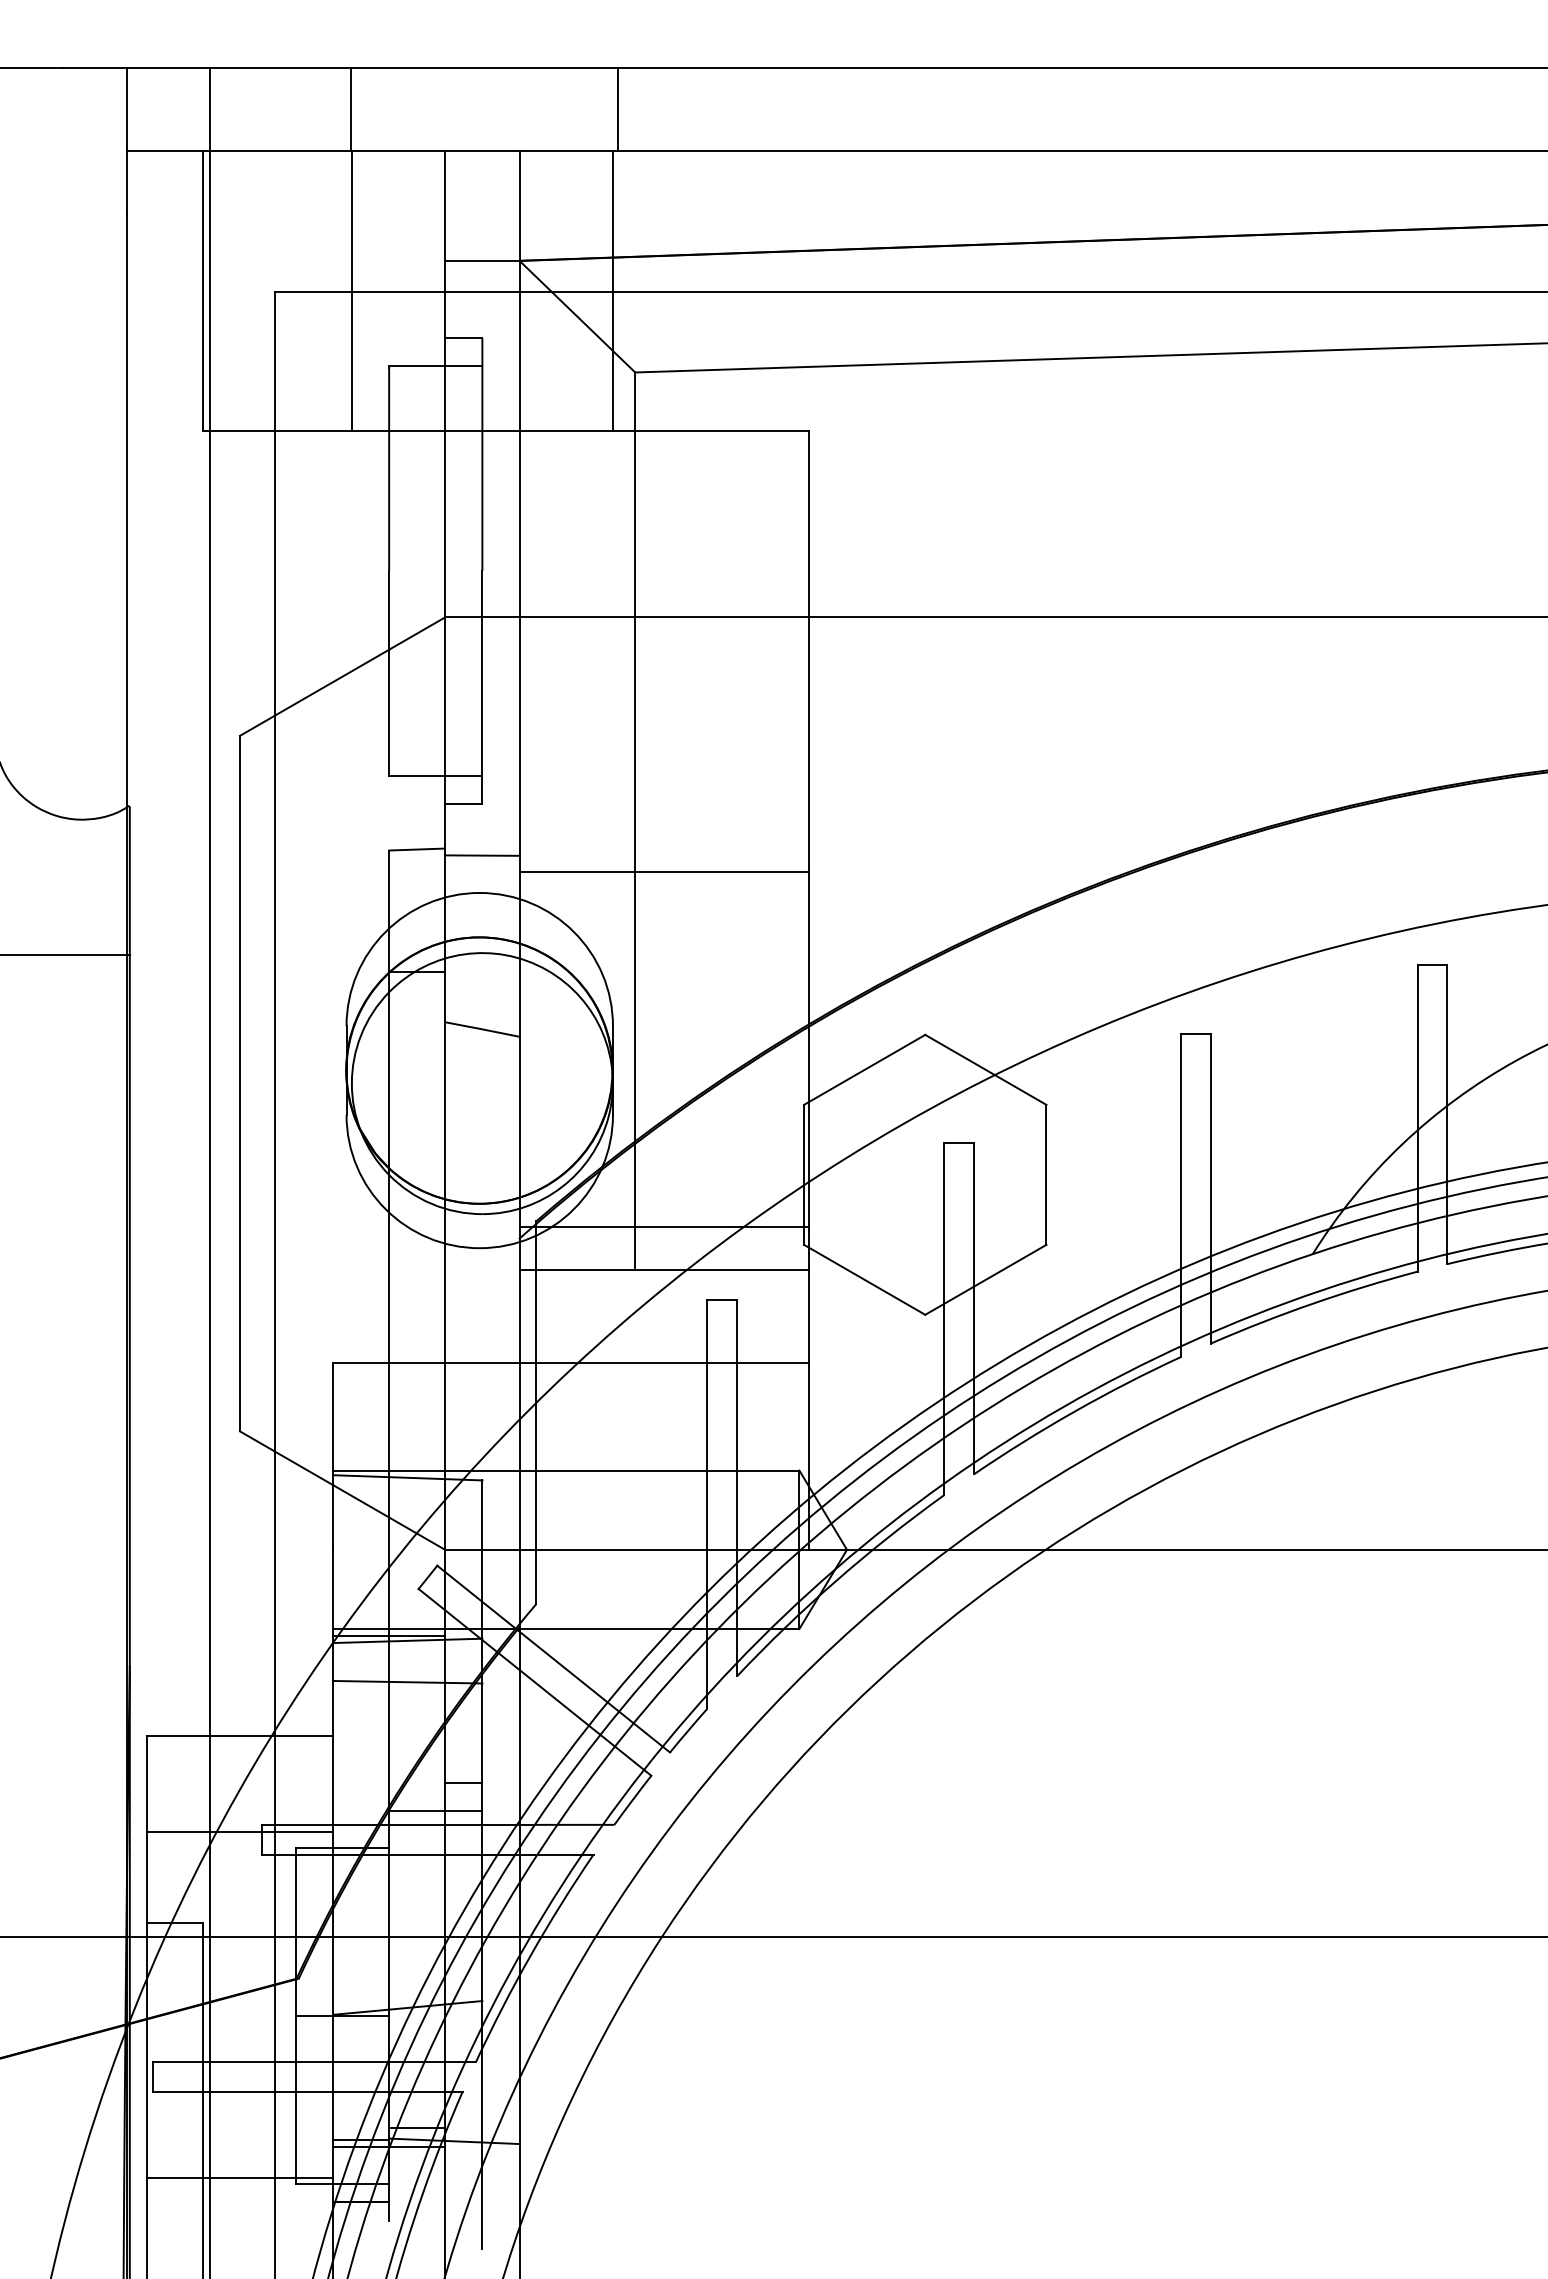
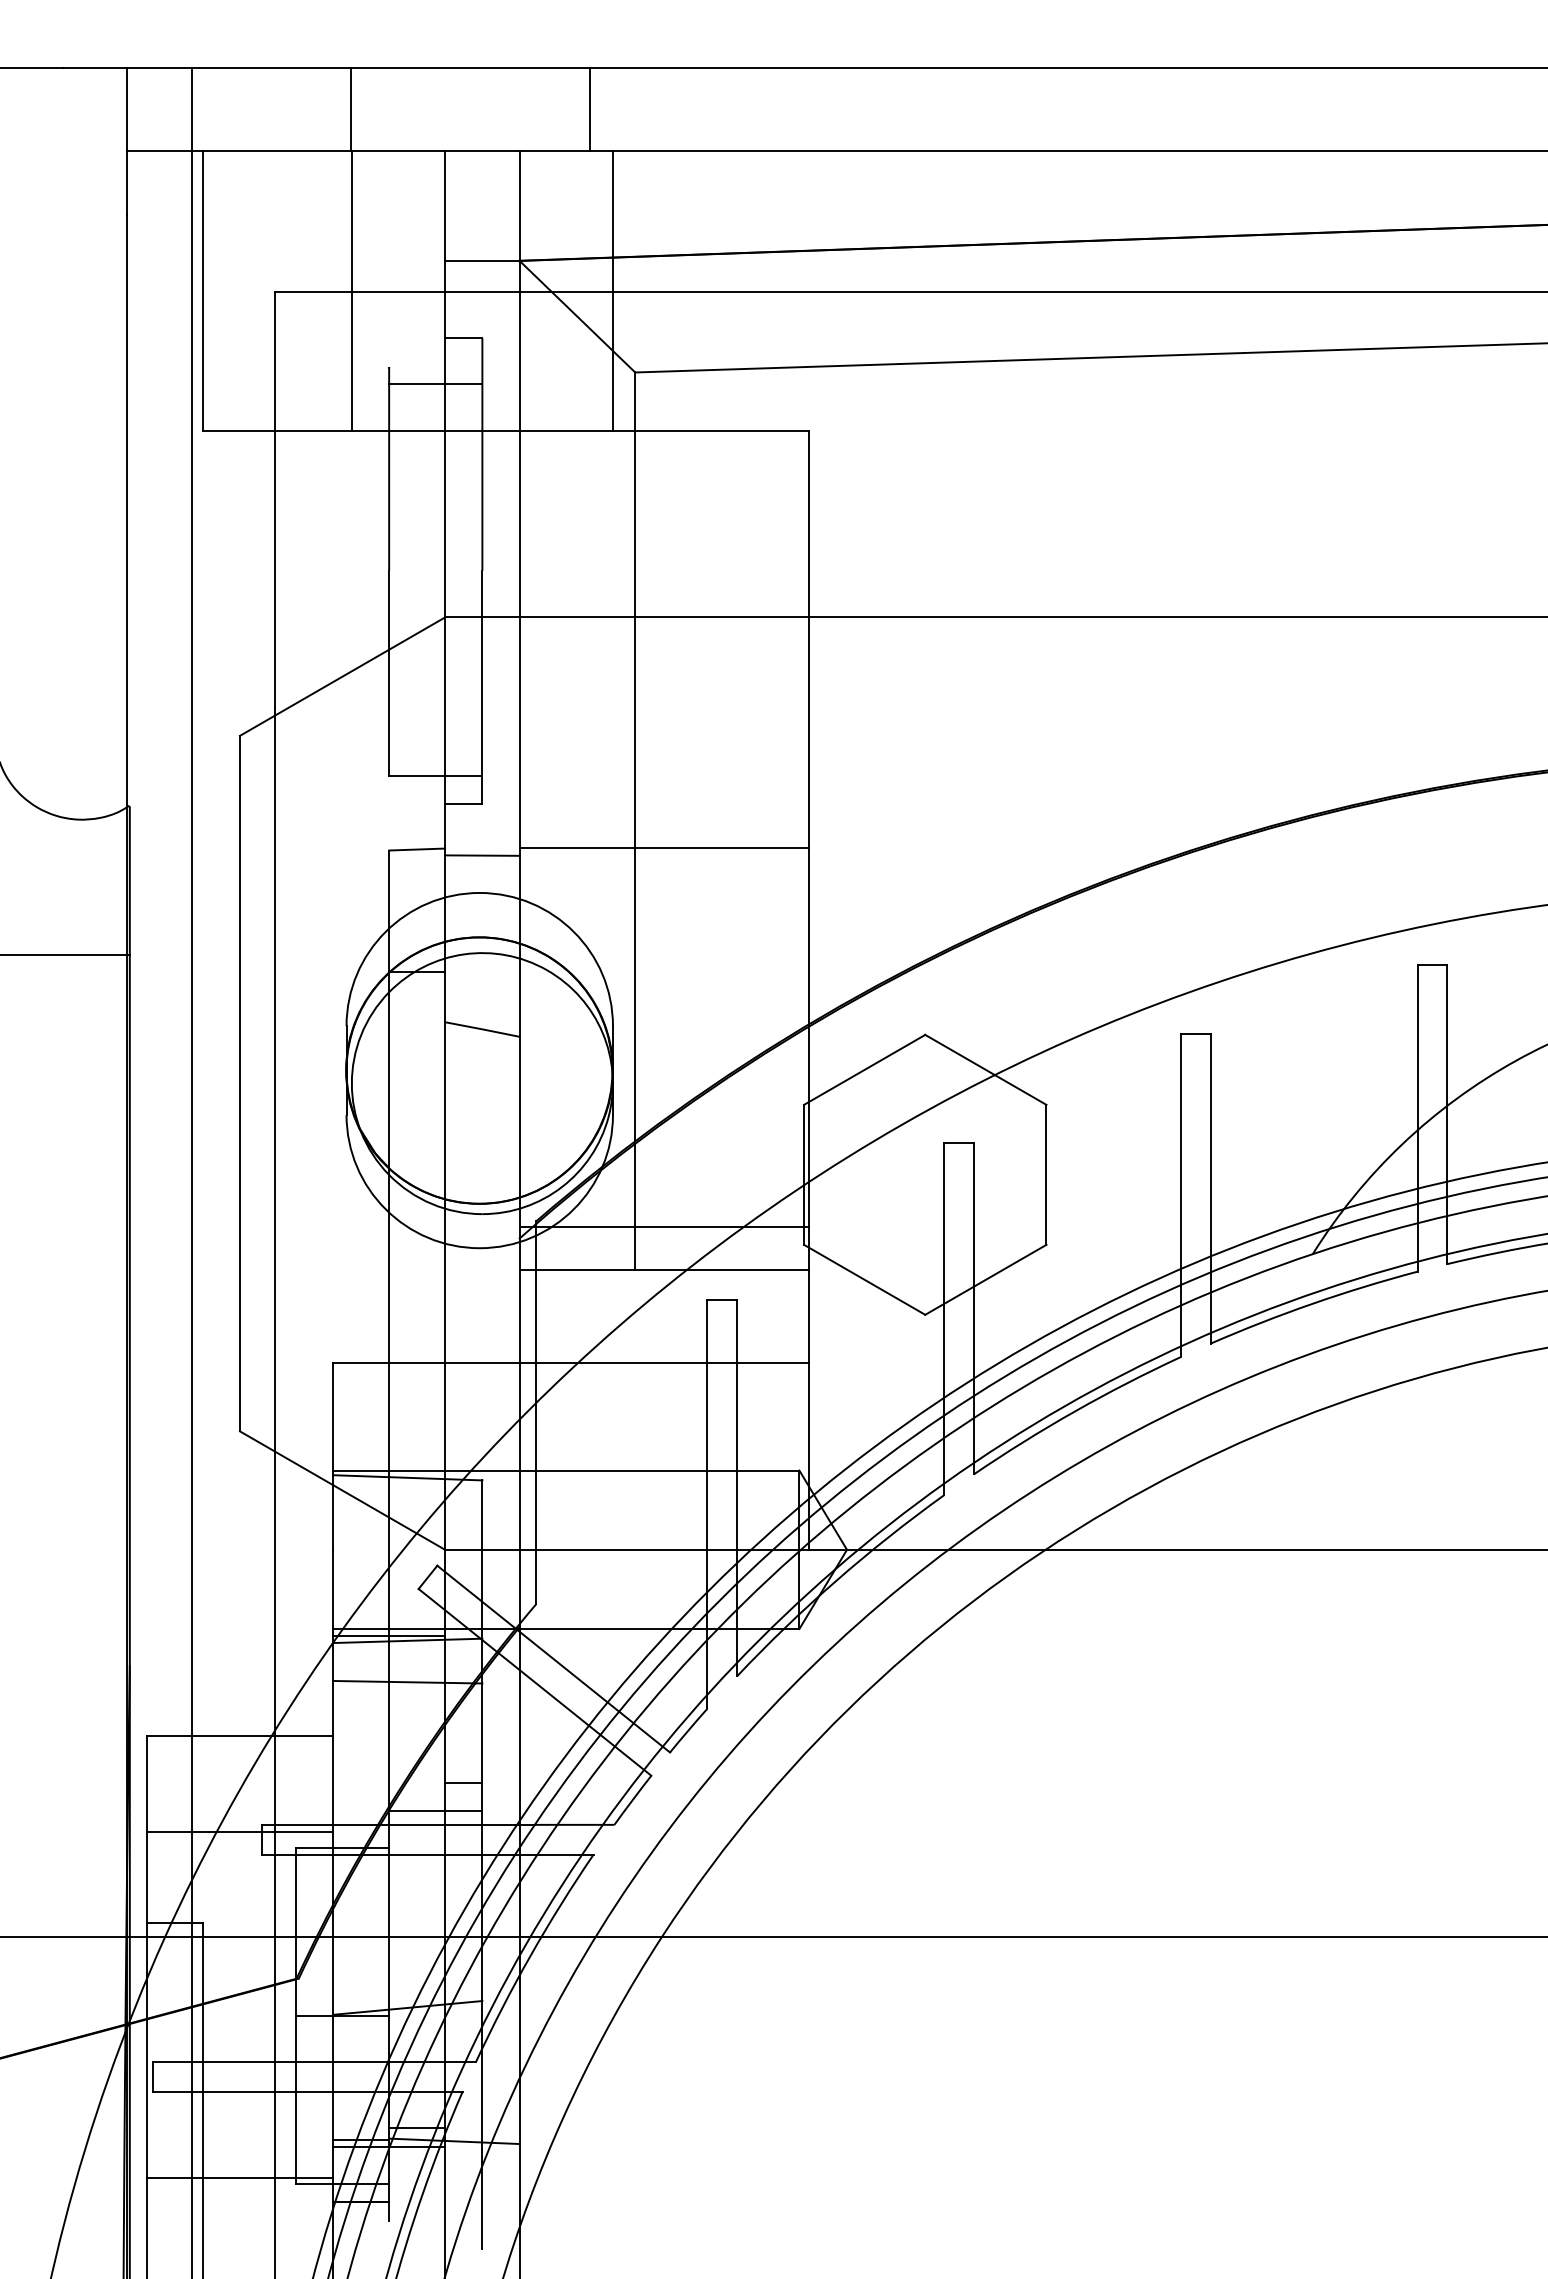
line at (617, 109) position: (617, 109) -> (589, 109)
line at (435, 365) position: (435, 365) -> (435, 383)
line at (663, 872) position: (663, 872) -> (663, 848)
line at (209, 1171) position: (209, 1171) -> (191, 1171)
